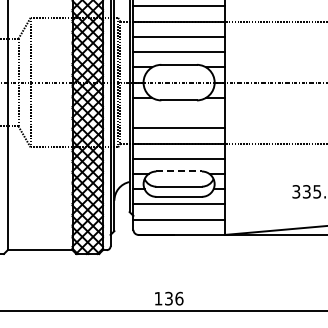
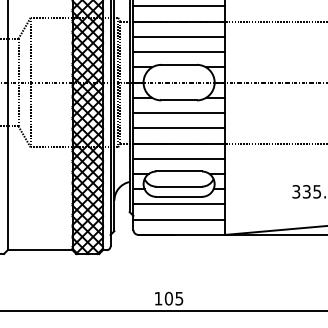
line at (178, 113): none -> present
line at (179, 171): dashed -> solid
text at (173, 298): 136 -> 105
